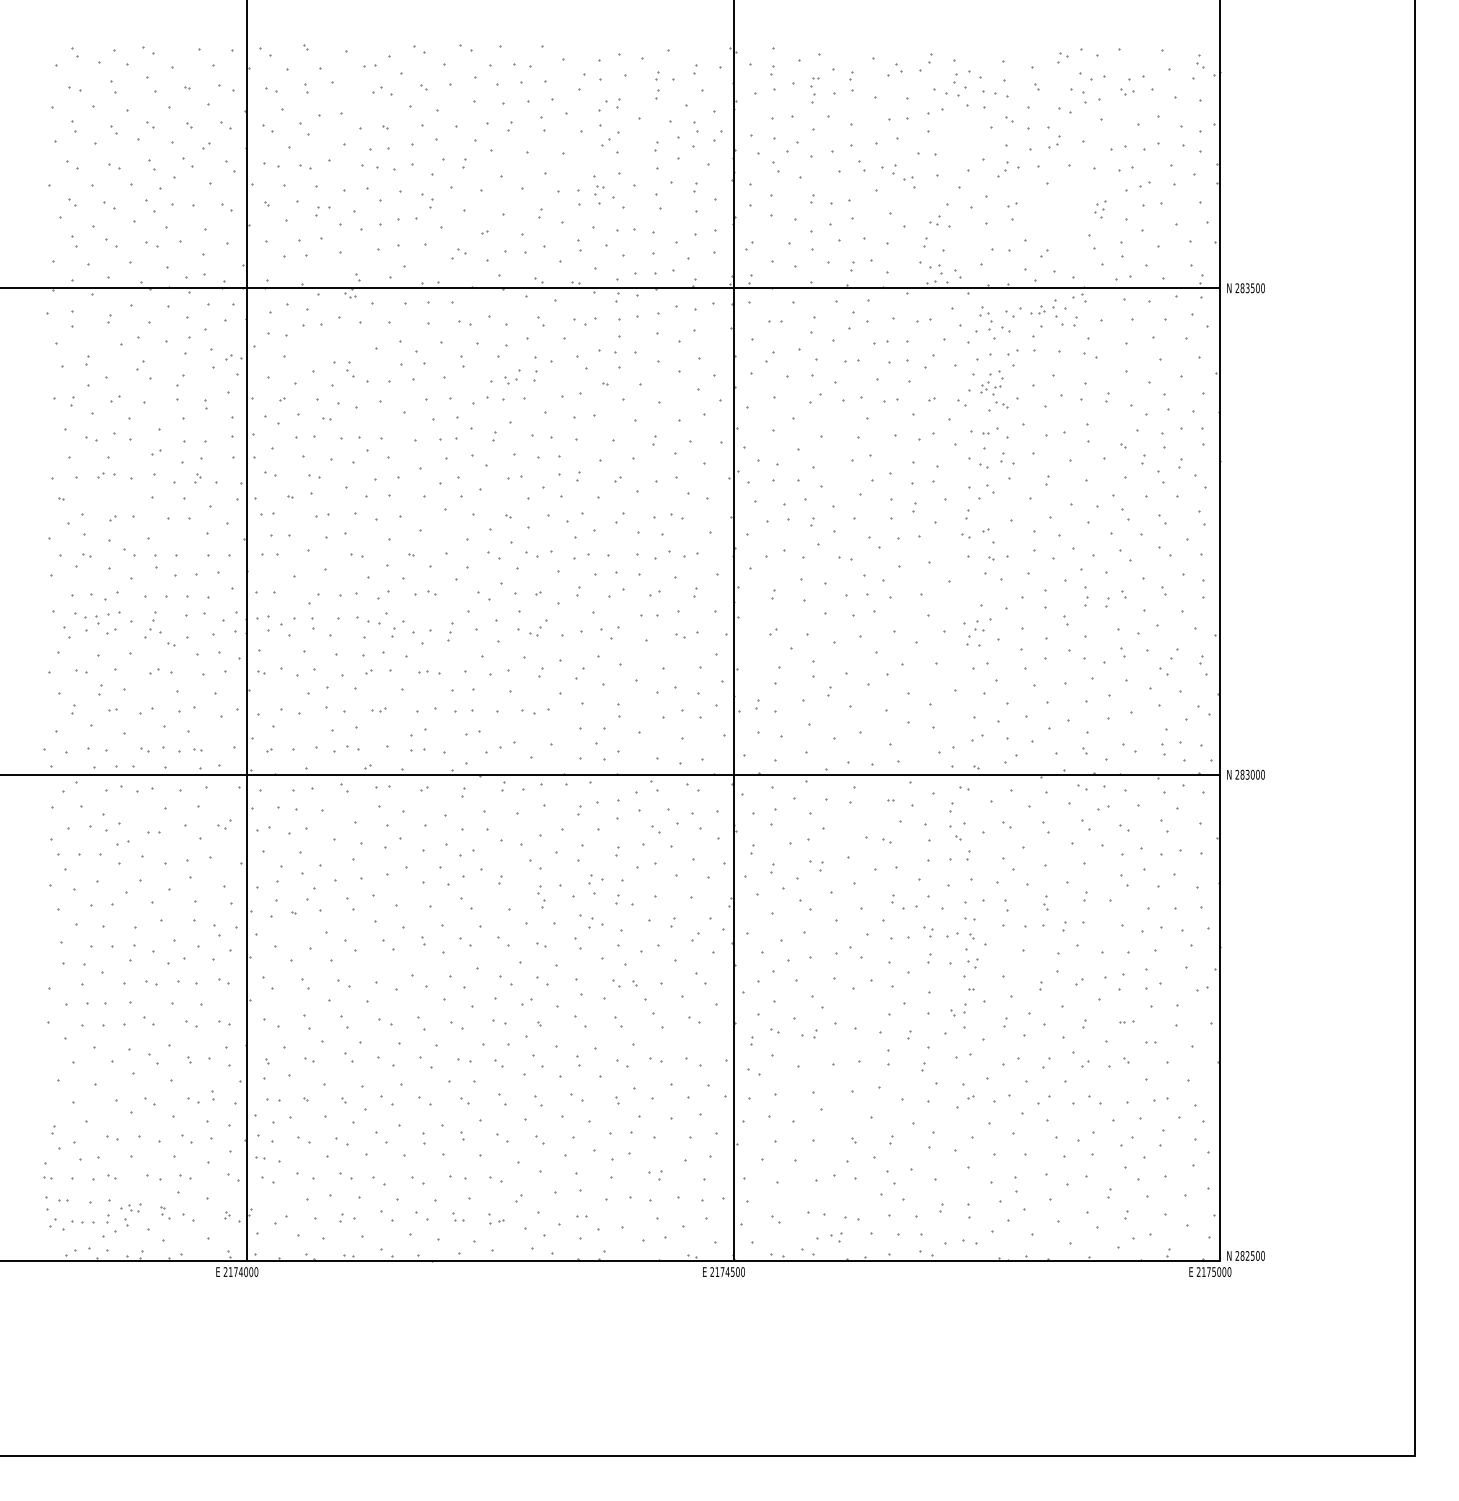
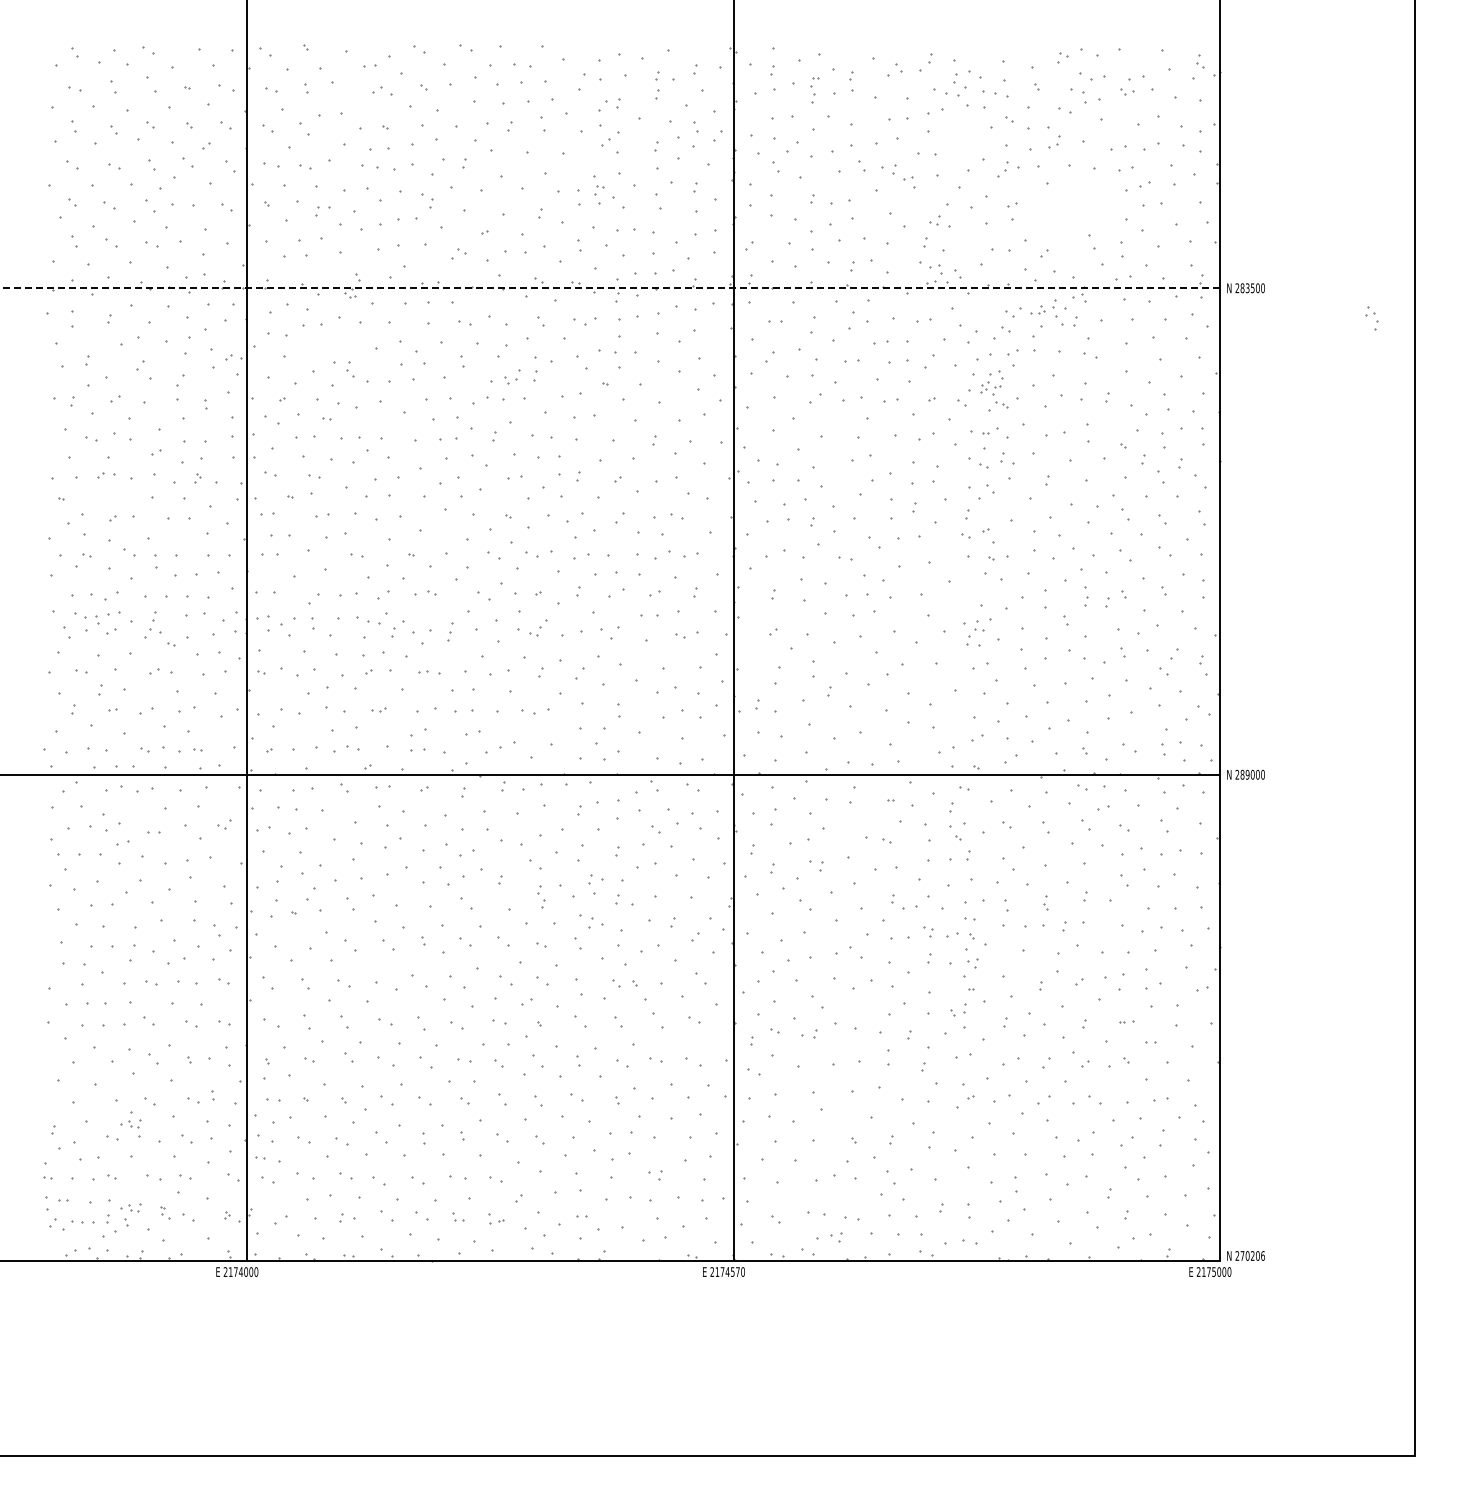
part at (1100, 209): present -> none
line at (610, 288): solid -> dashed
part at (985, 318) position: (985, 318) -> (1371, 318)
text at (1247, 774): 283000 -> 289000
part at (130, 1123): none -> present
text at (1252, 1255): 282500 -> 270206
text at (737, 1271): 2174500 -> 2174570
